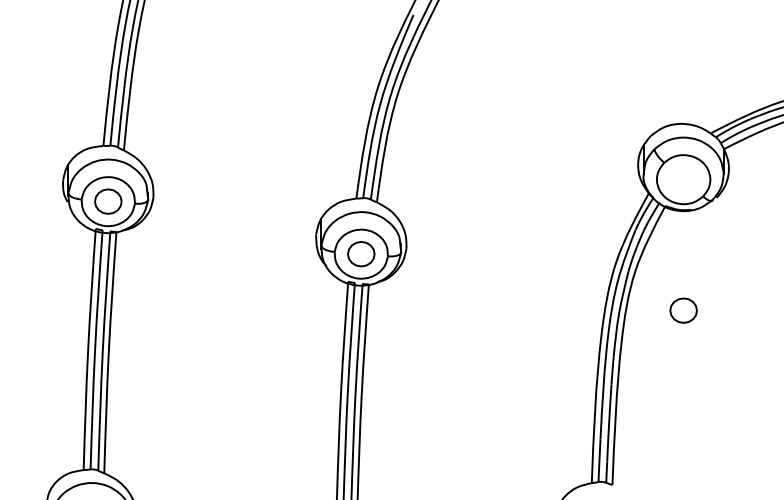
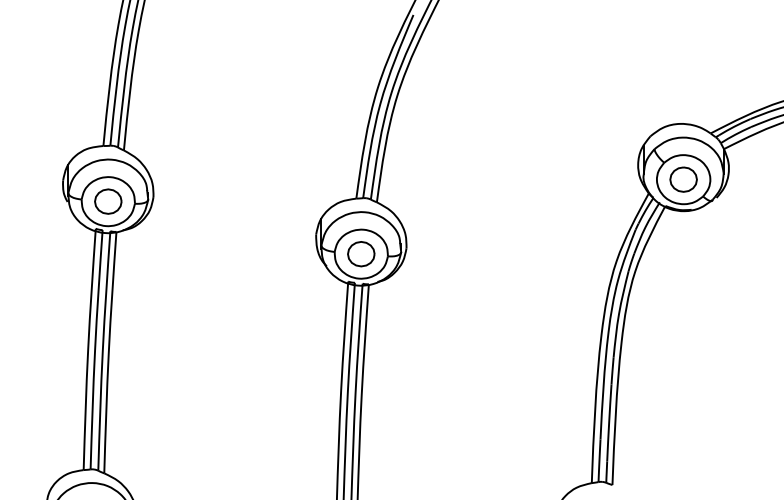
part at (683, 310) position: (683, 310) -> (683, 179)
